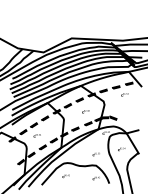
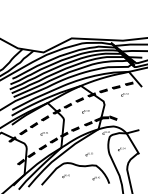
part at (36, 135) position: (36, 135) -> (43, 133)
part at (95, 154) position: (95, 154) -> (88, 154)
